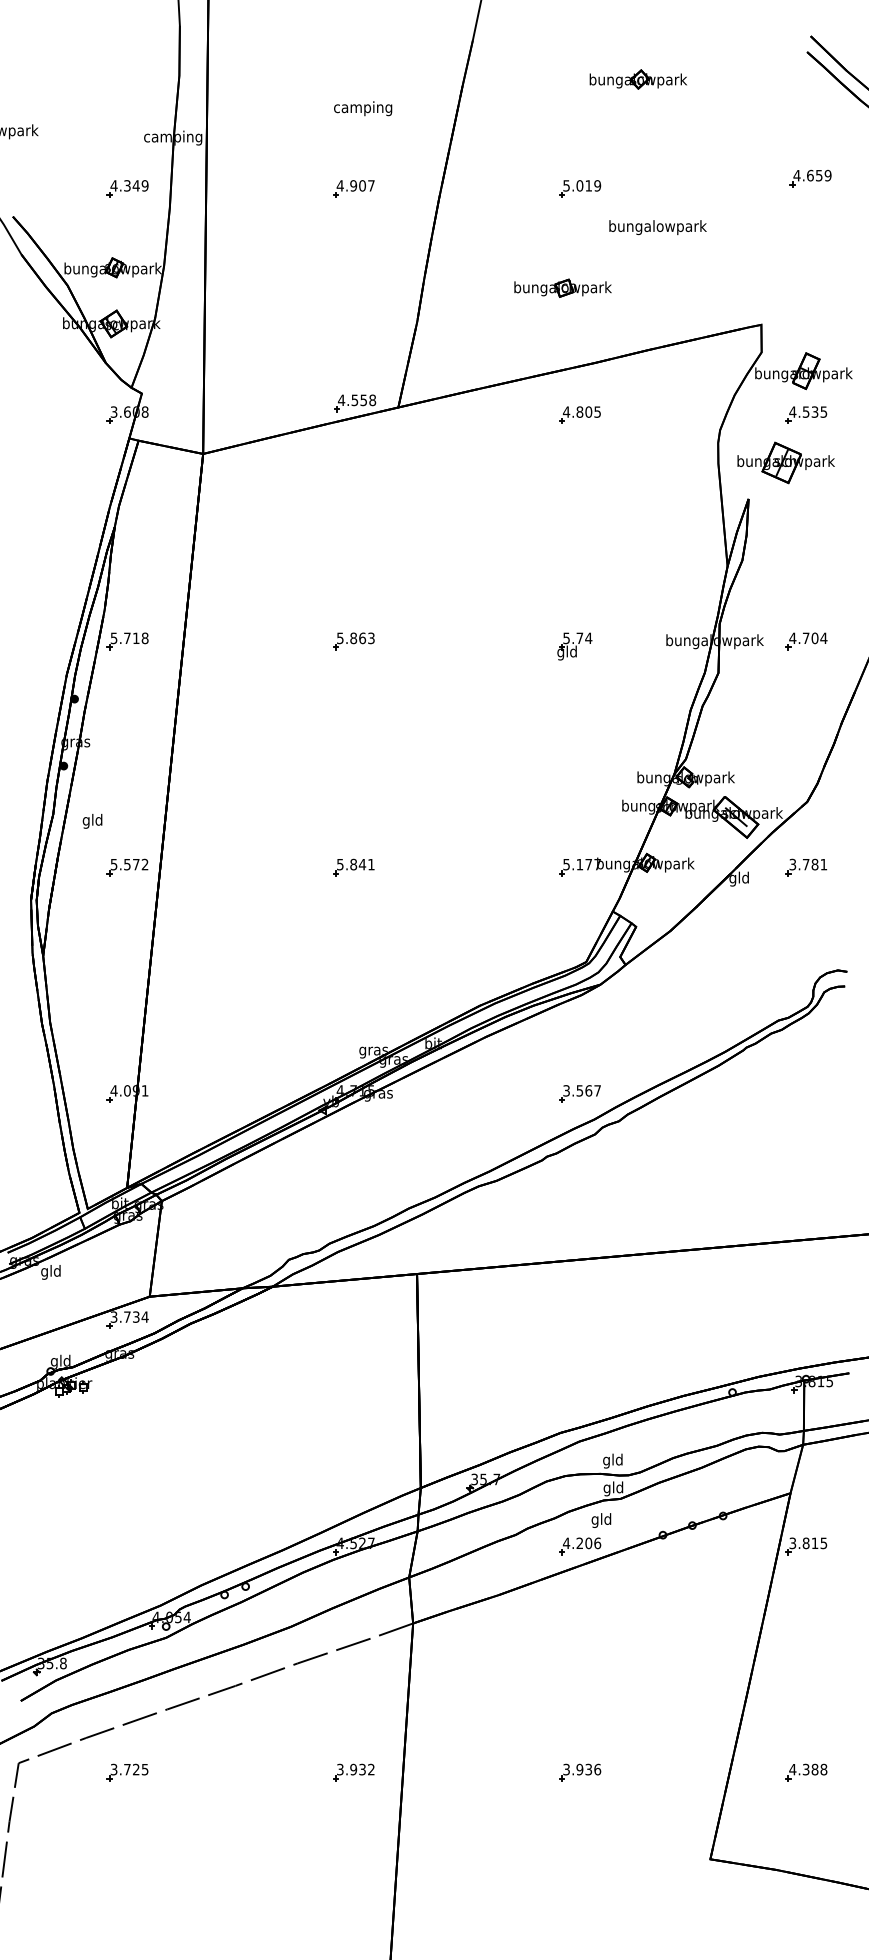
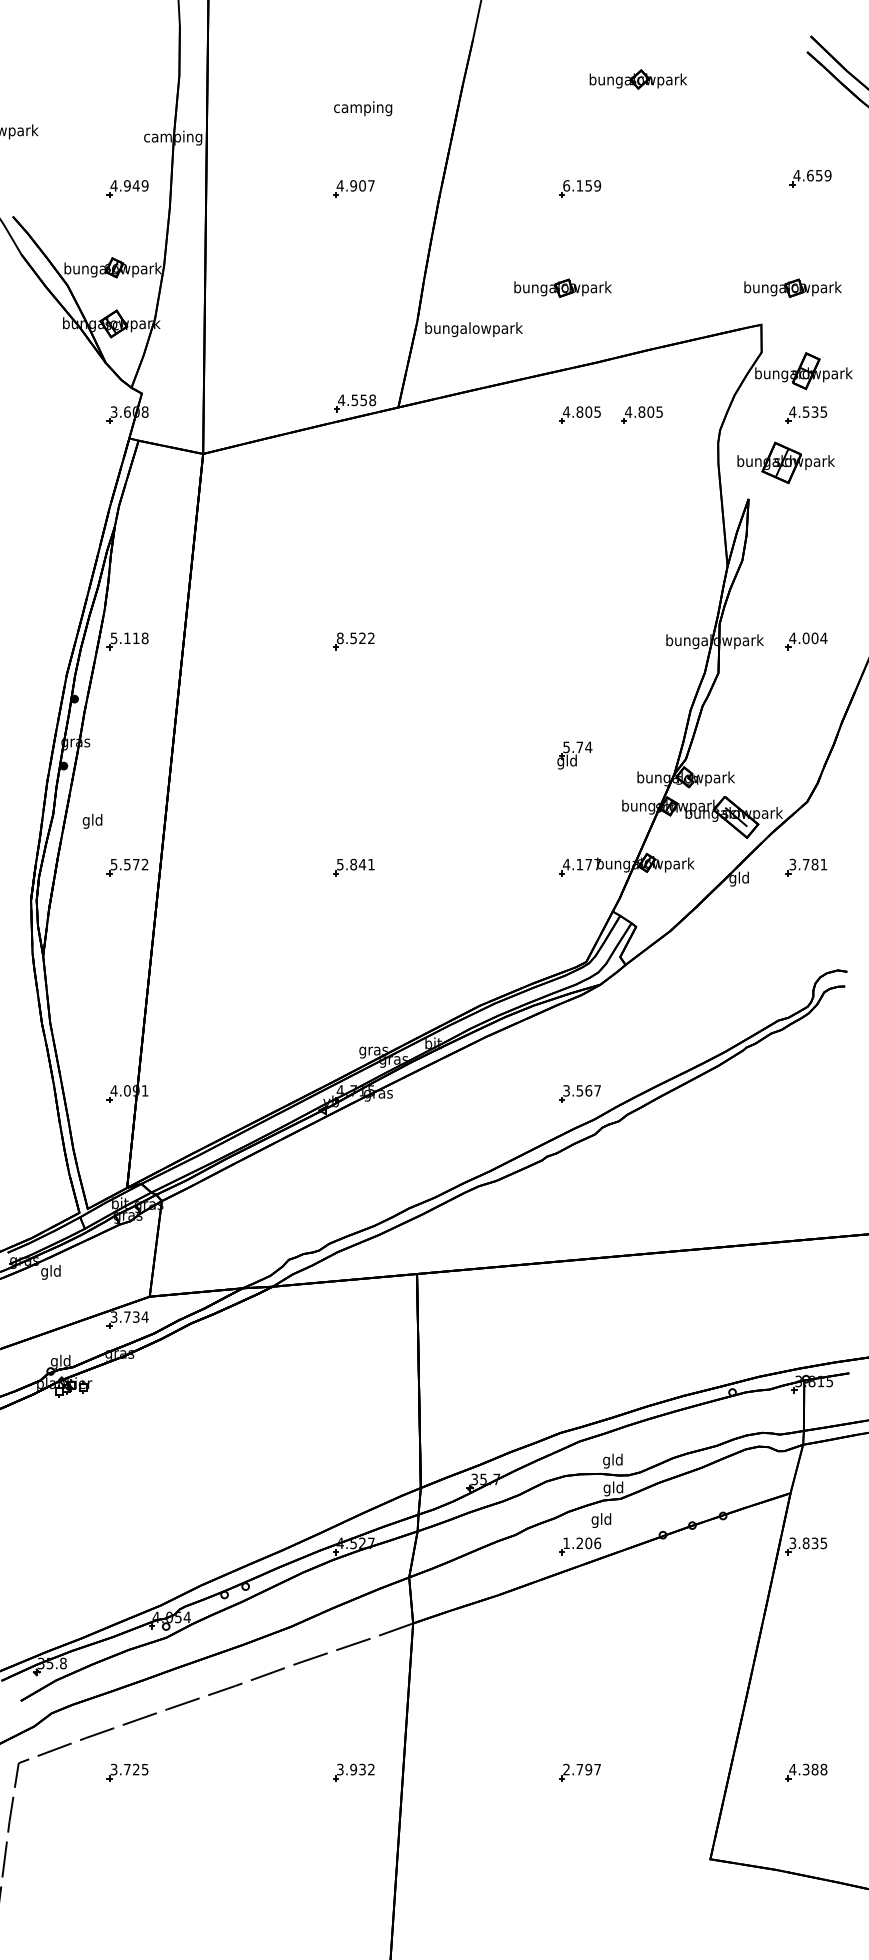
text at (127, 185): 4.349 -> 4.949
text at (577, 185): 5.019 -> 6.159
text at (657, 227) position: (657, 227) -> (473, 329)
part at (792, 287): none -> present
part at (641, 414): none -> present
text at (127, 637): 5.718 -> 5.118
text at (355, 638): 5.863 -> 8.522
text at (805, 638): 4.704 -> 4.004
part at (574, 646) position: (574, 646) -> (574, 755)
text at (566, 864): 5.177 -> 4.177
text at (566, 1542): 4.206 -> 1.206
text at (814, 1543): 3.815 -> 3.835
text at (582, 1769): 3.936 -> 2.797
